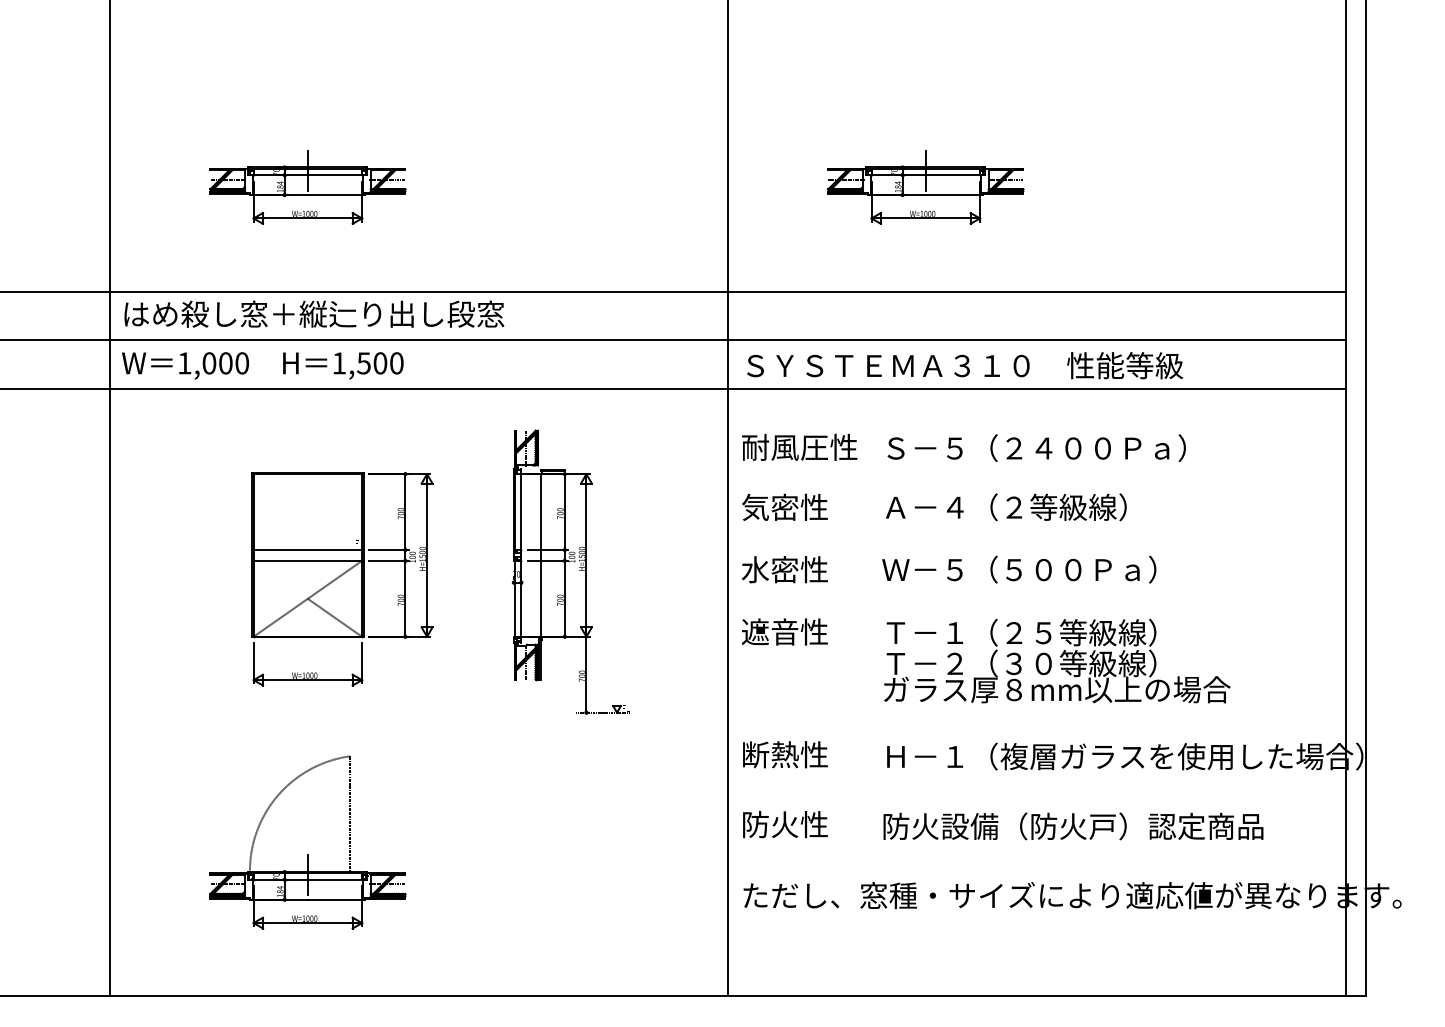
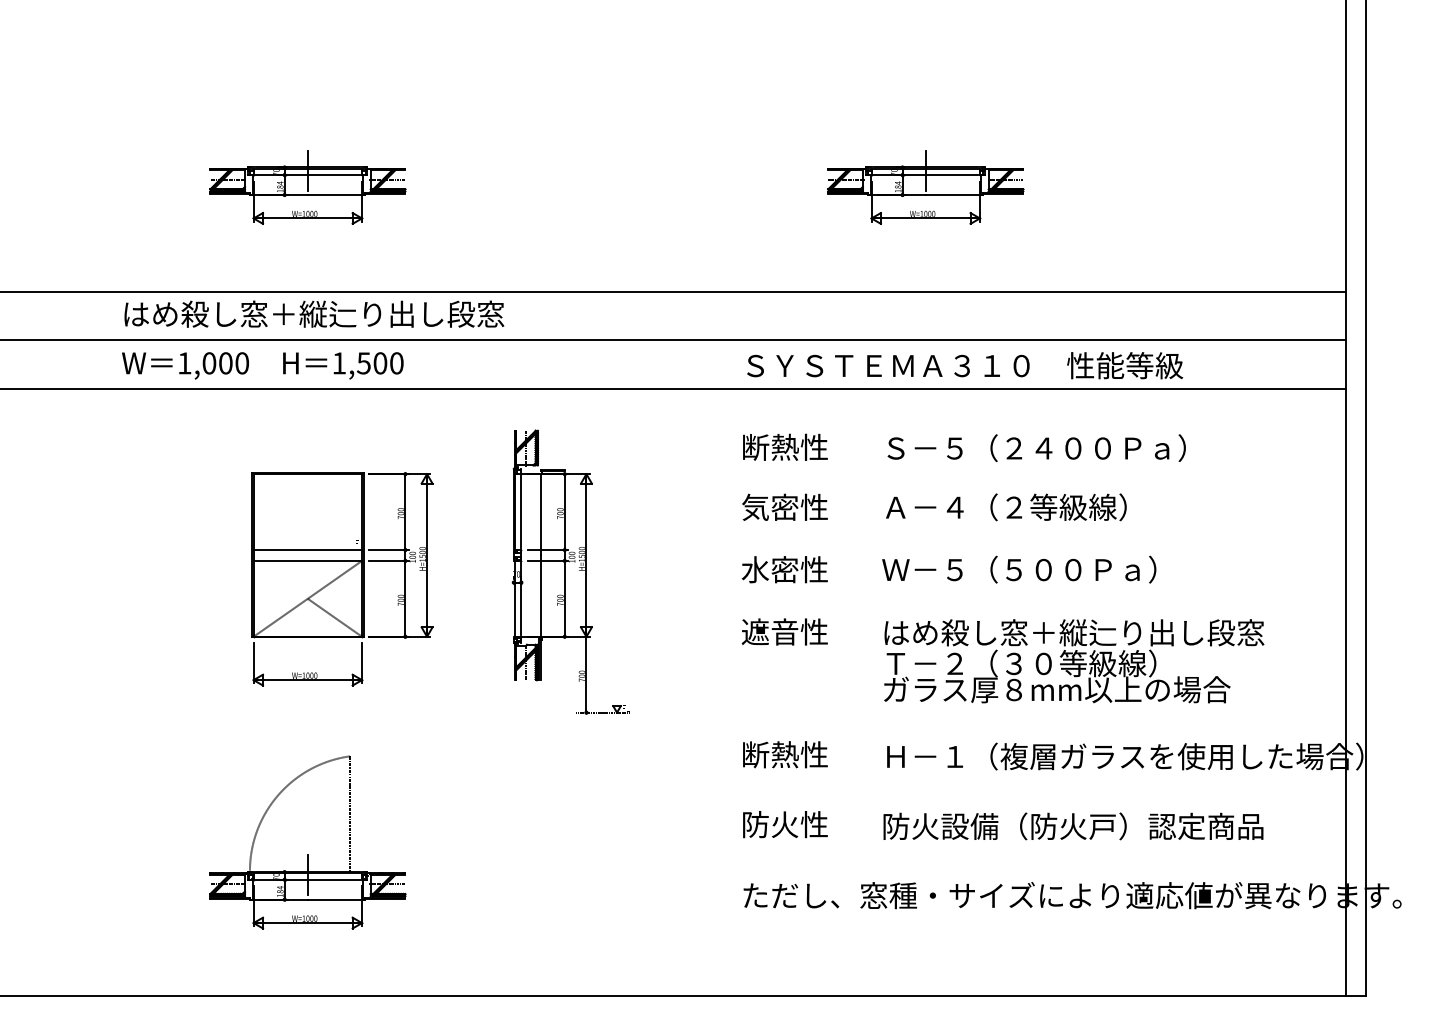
text at (799, 446): 耐風圧性 -> 断熱性
line at (110, 499): present -> none
line at (728, 499): present -> none
text at (1074, 632): Ｔ－１（２５等級線） -> はめ殺し窓＋縦辷り出し段窓
